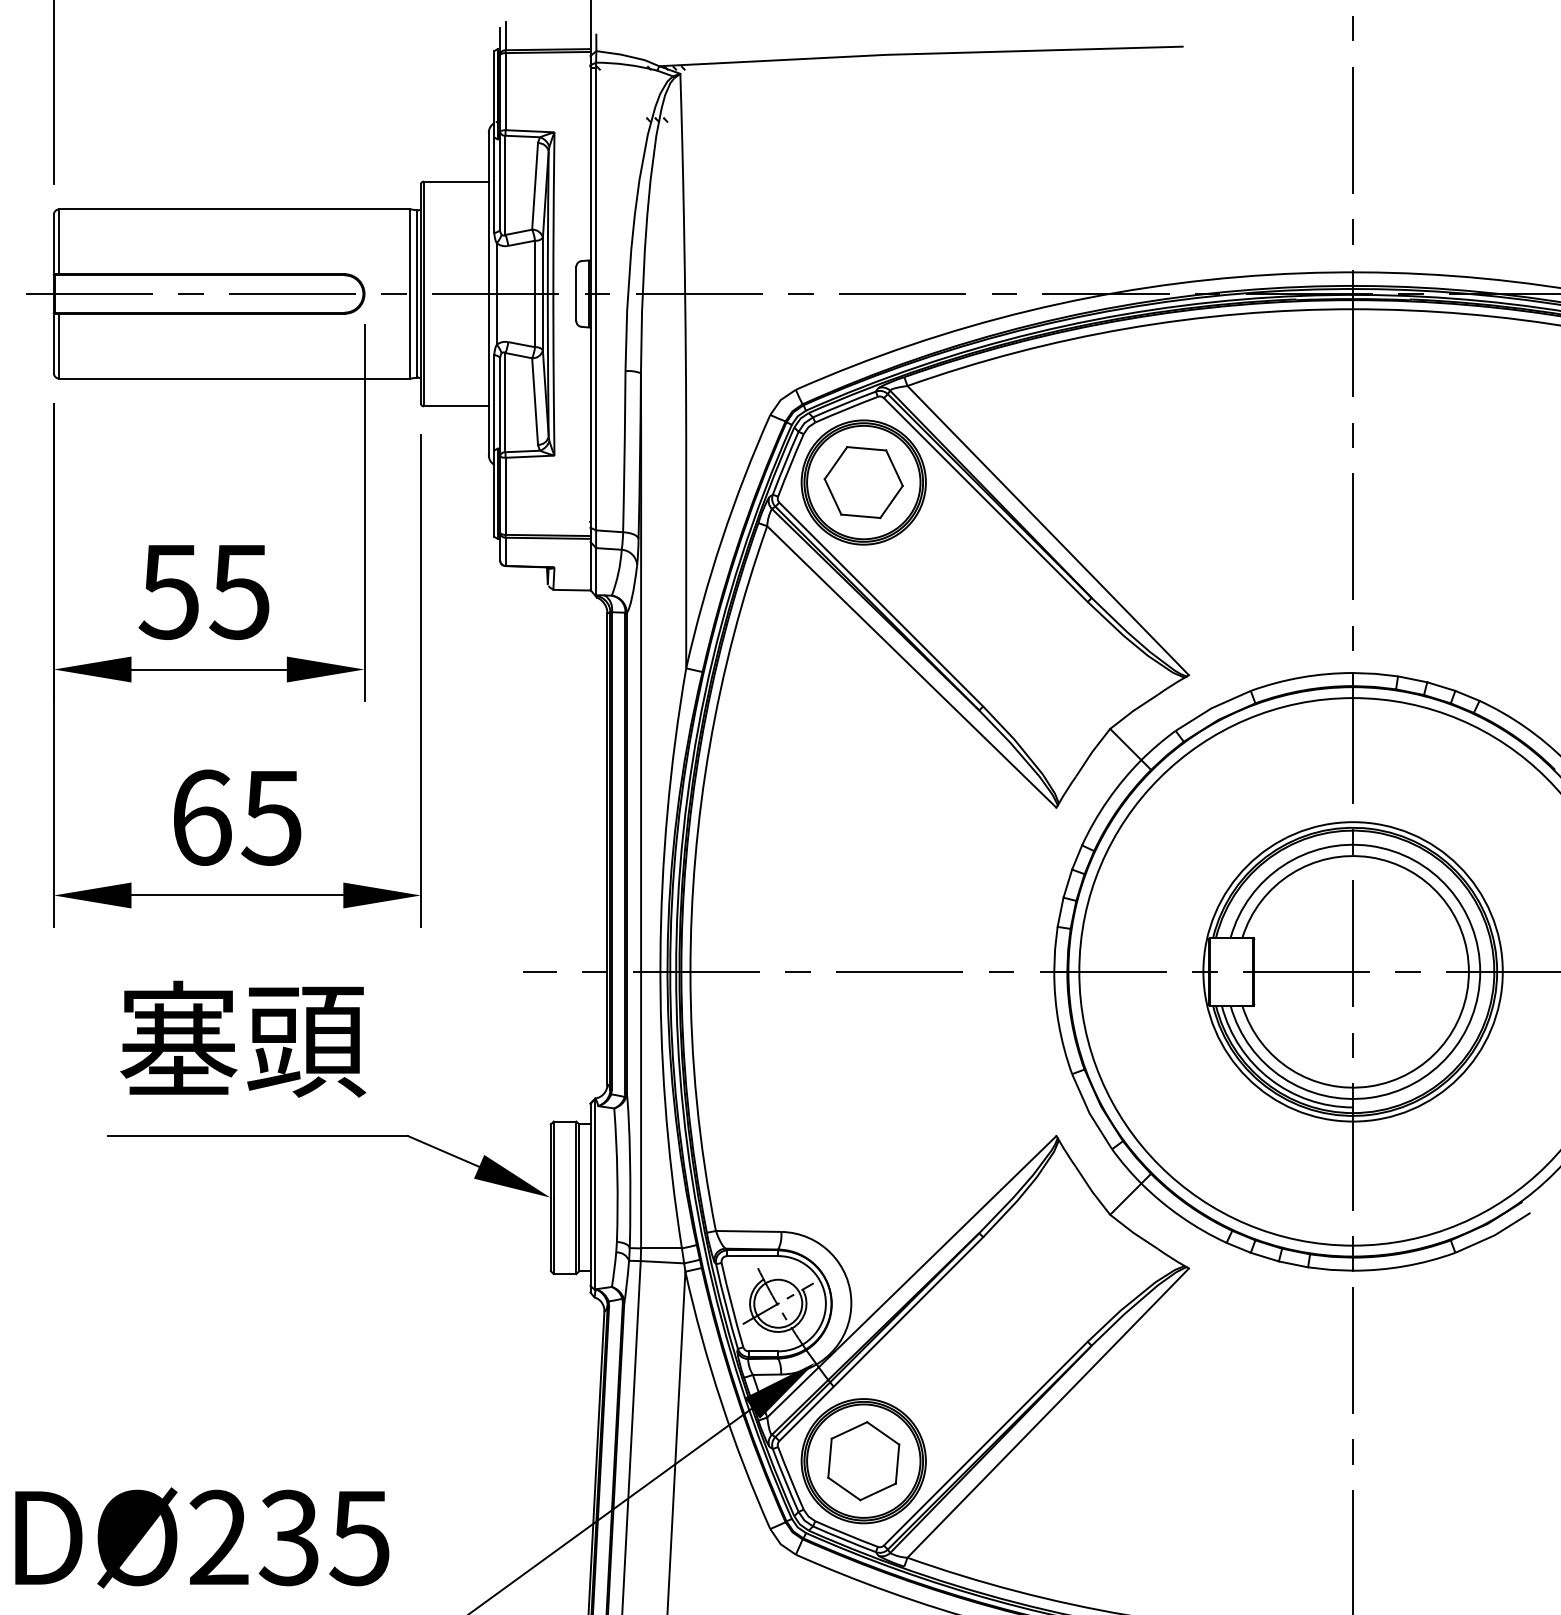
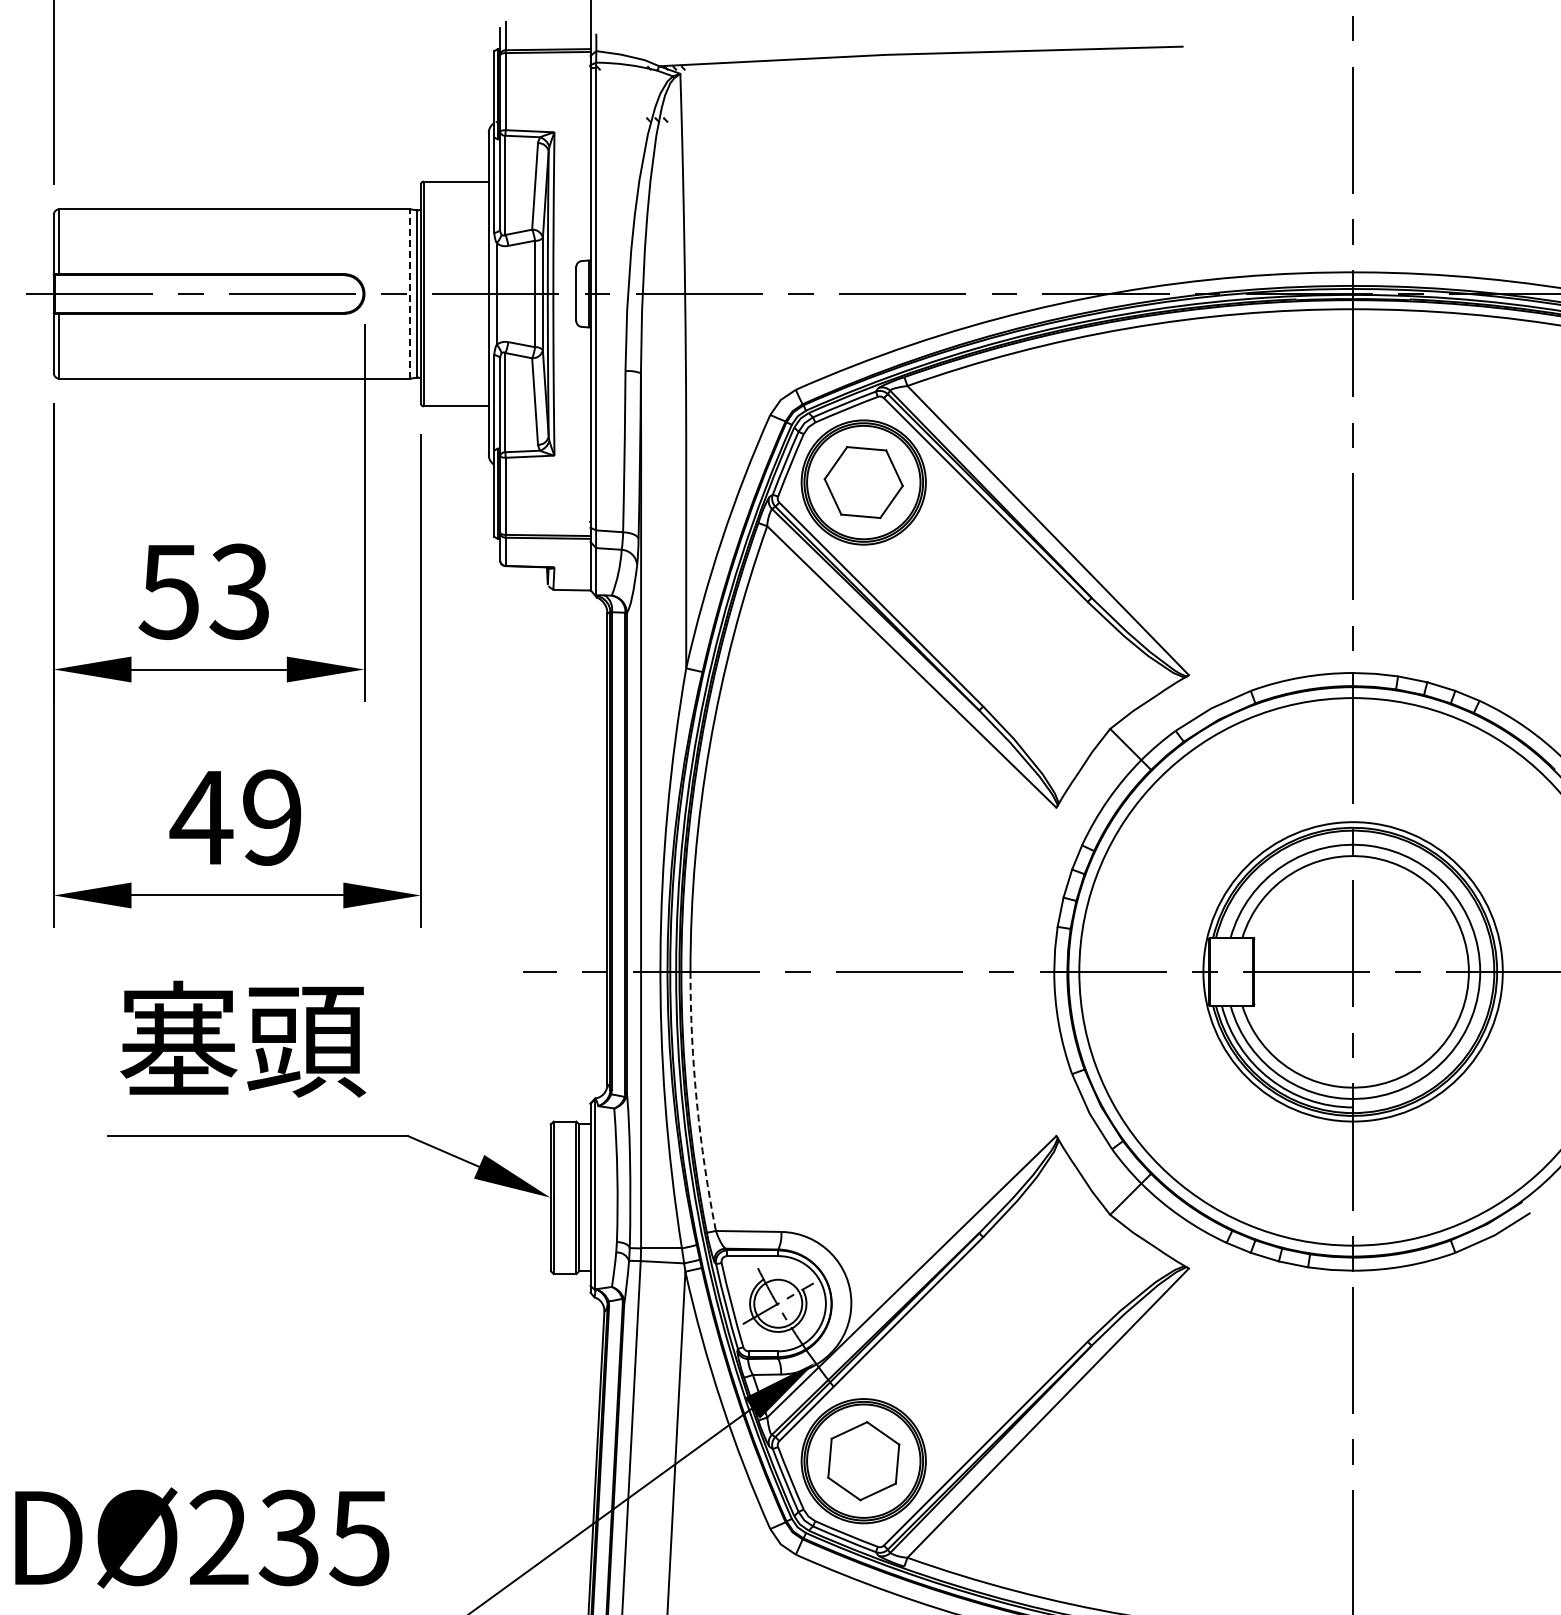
line at (409, 294): solid -> dashed
text at (239, 591): 55 -> 53
text at (235, 817): 65 -> 49
arc at (696, 1102): solid -> dashed
